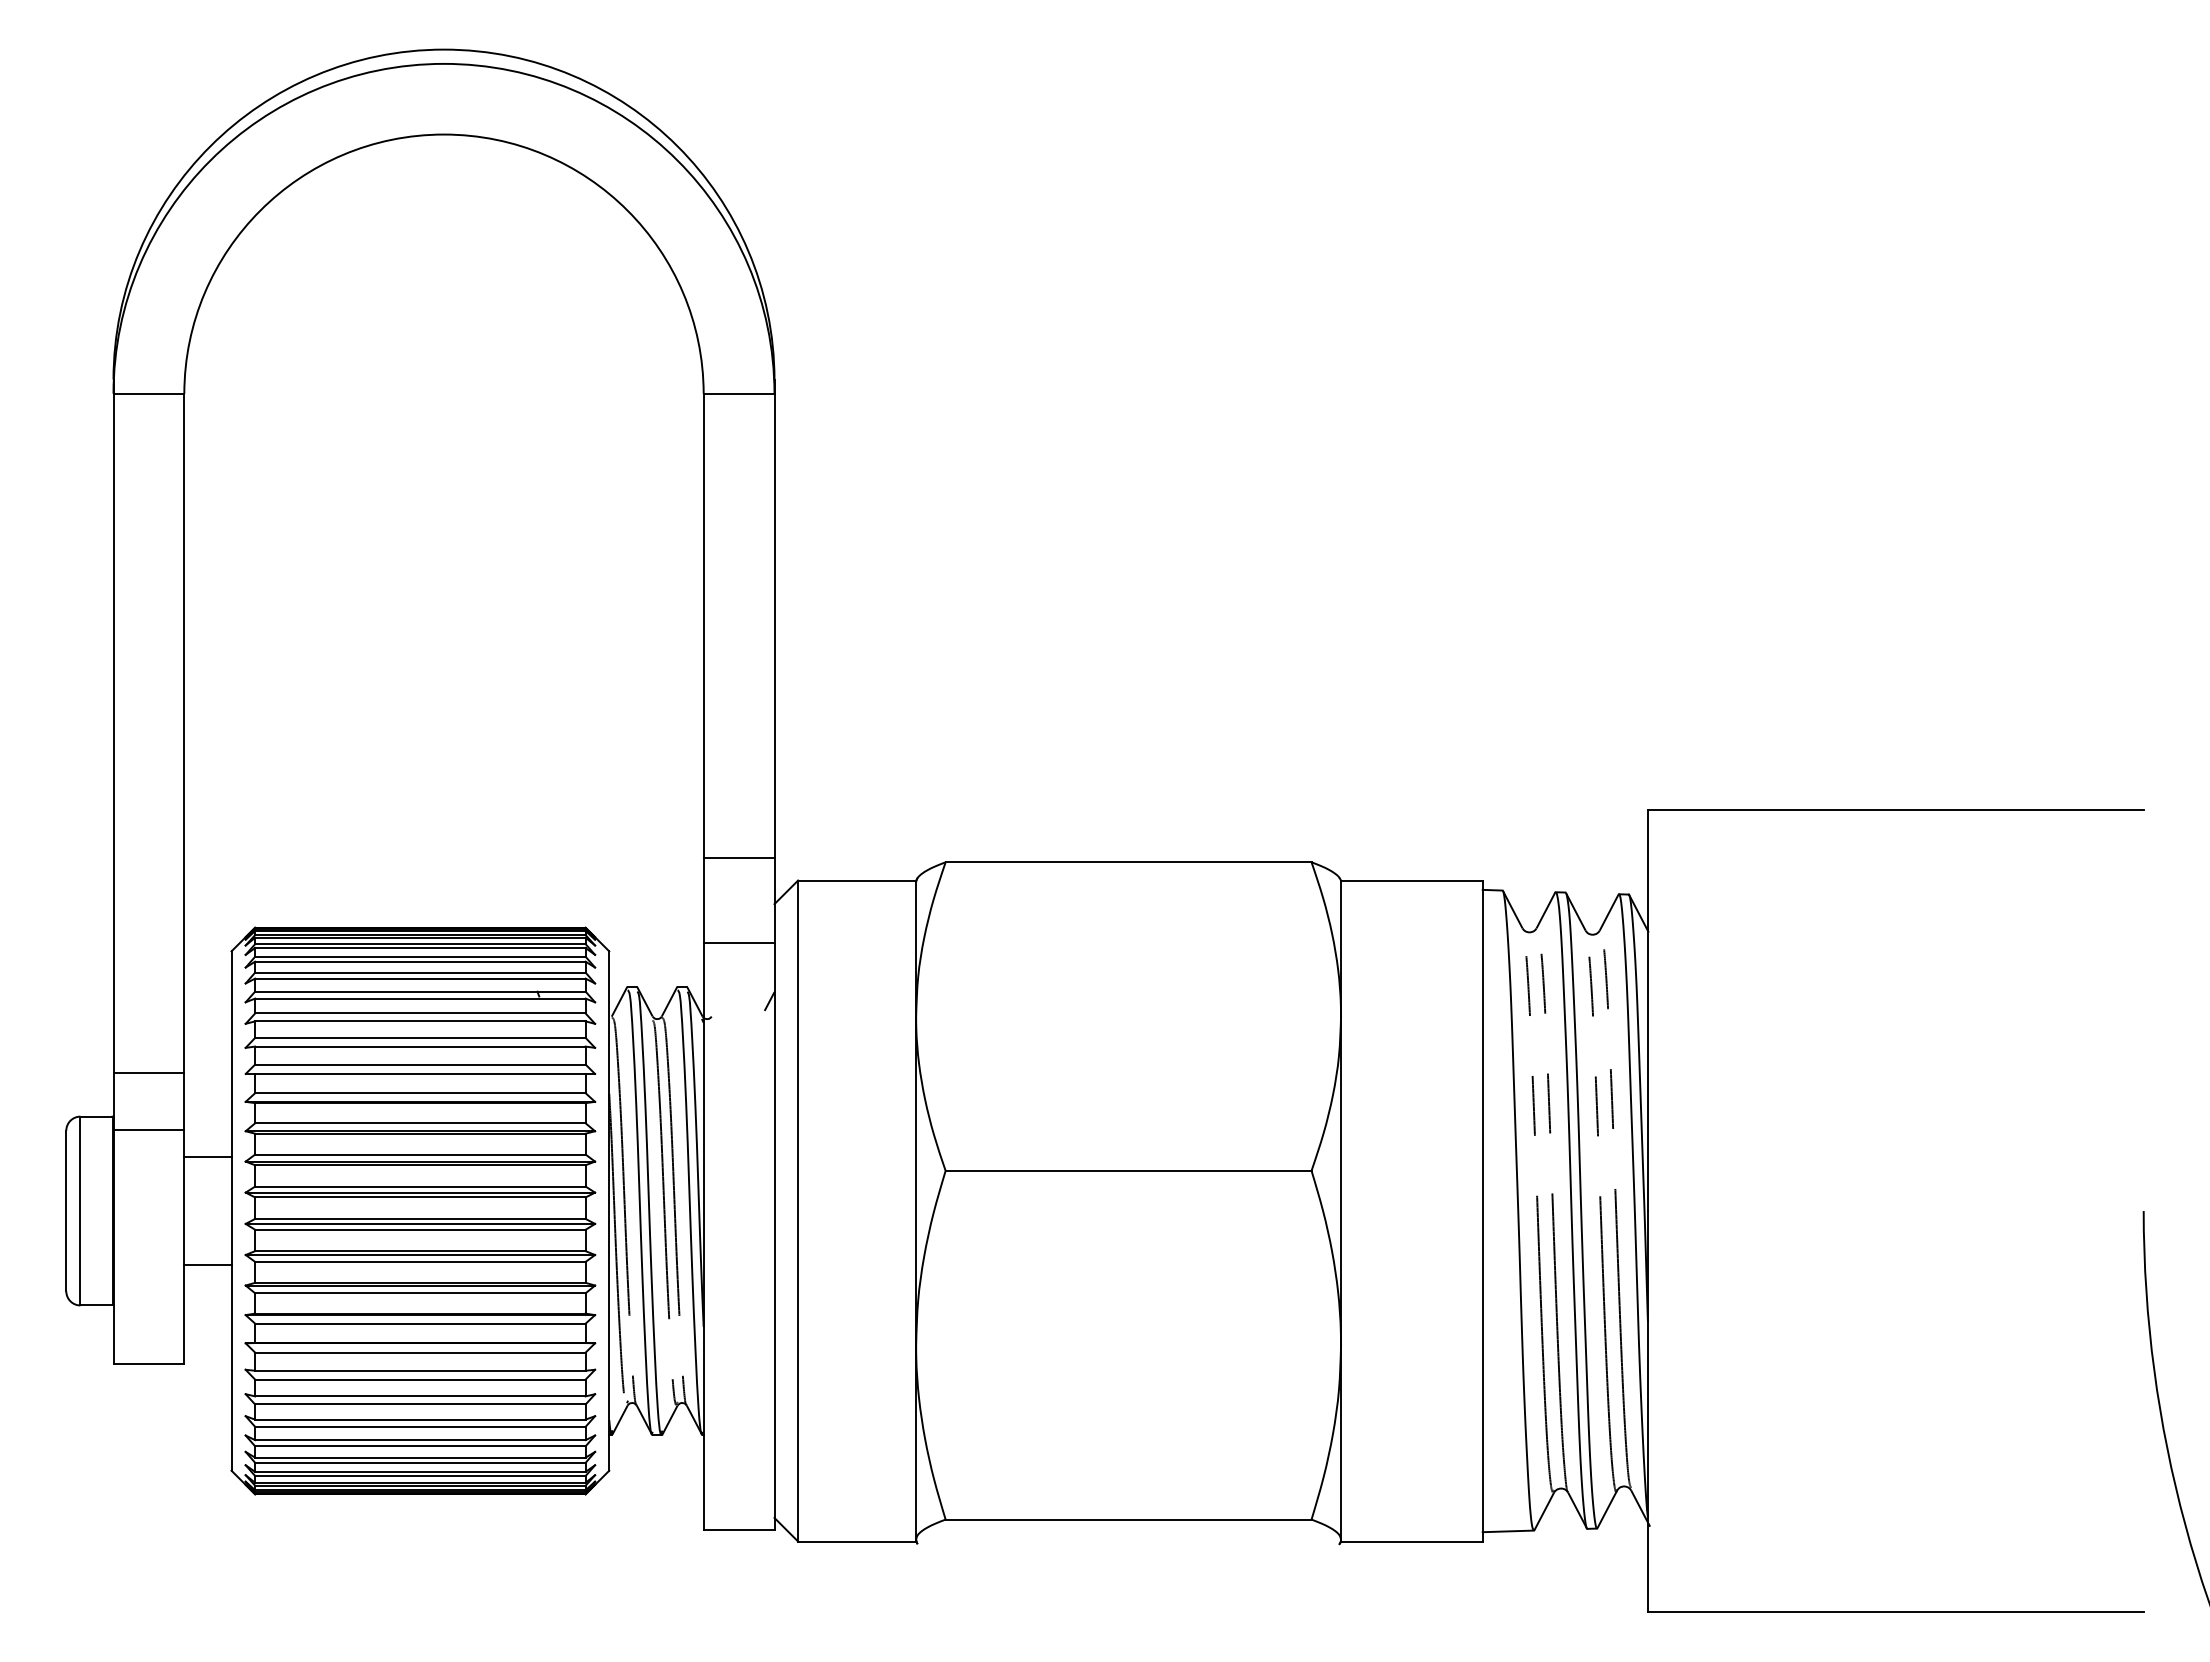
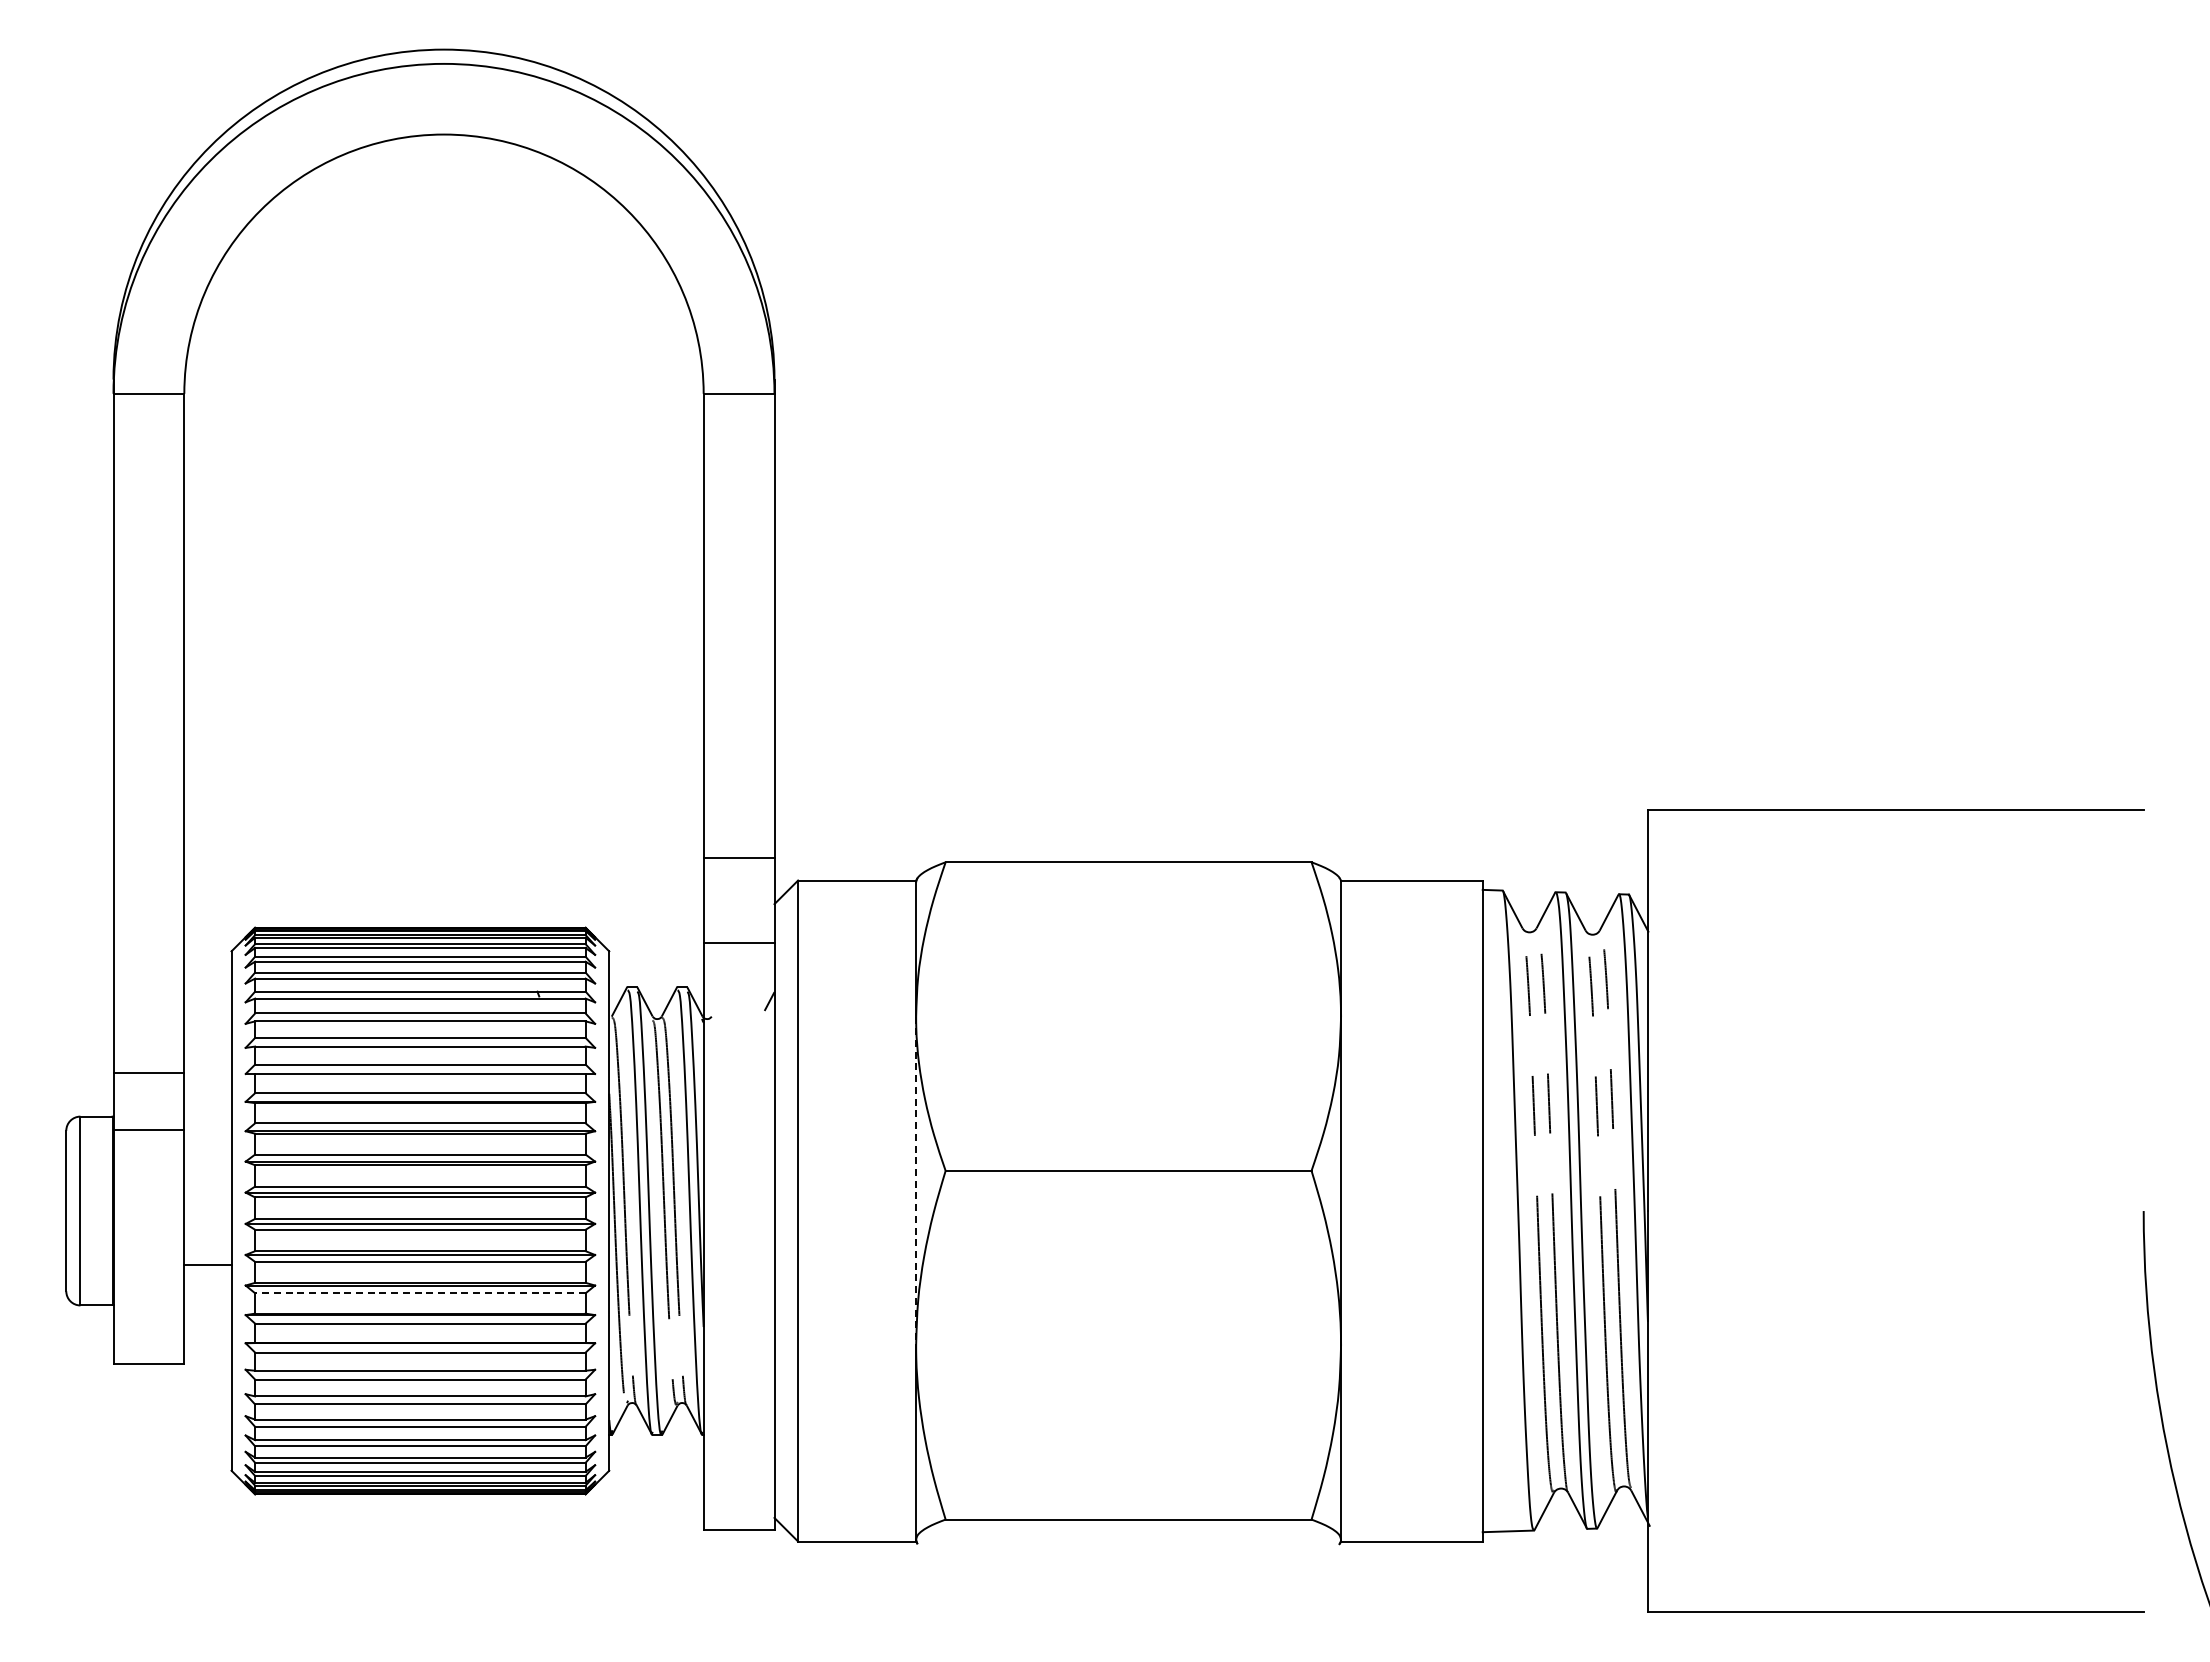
line at (207, 1156): present -> none
line at (916, 1181): solid -> dashed
line at (419, 1293): solid -> dashed
